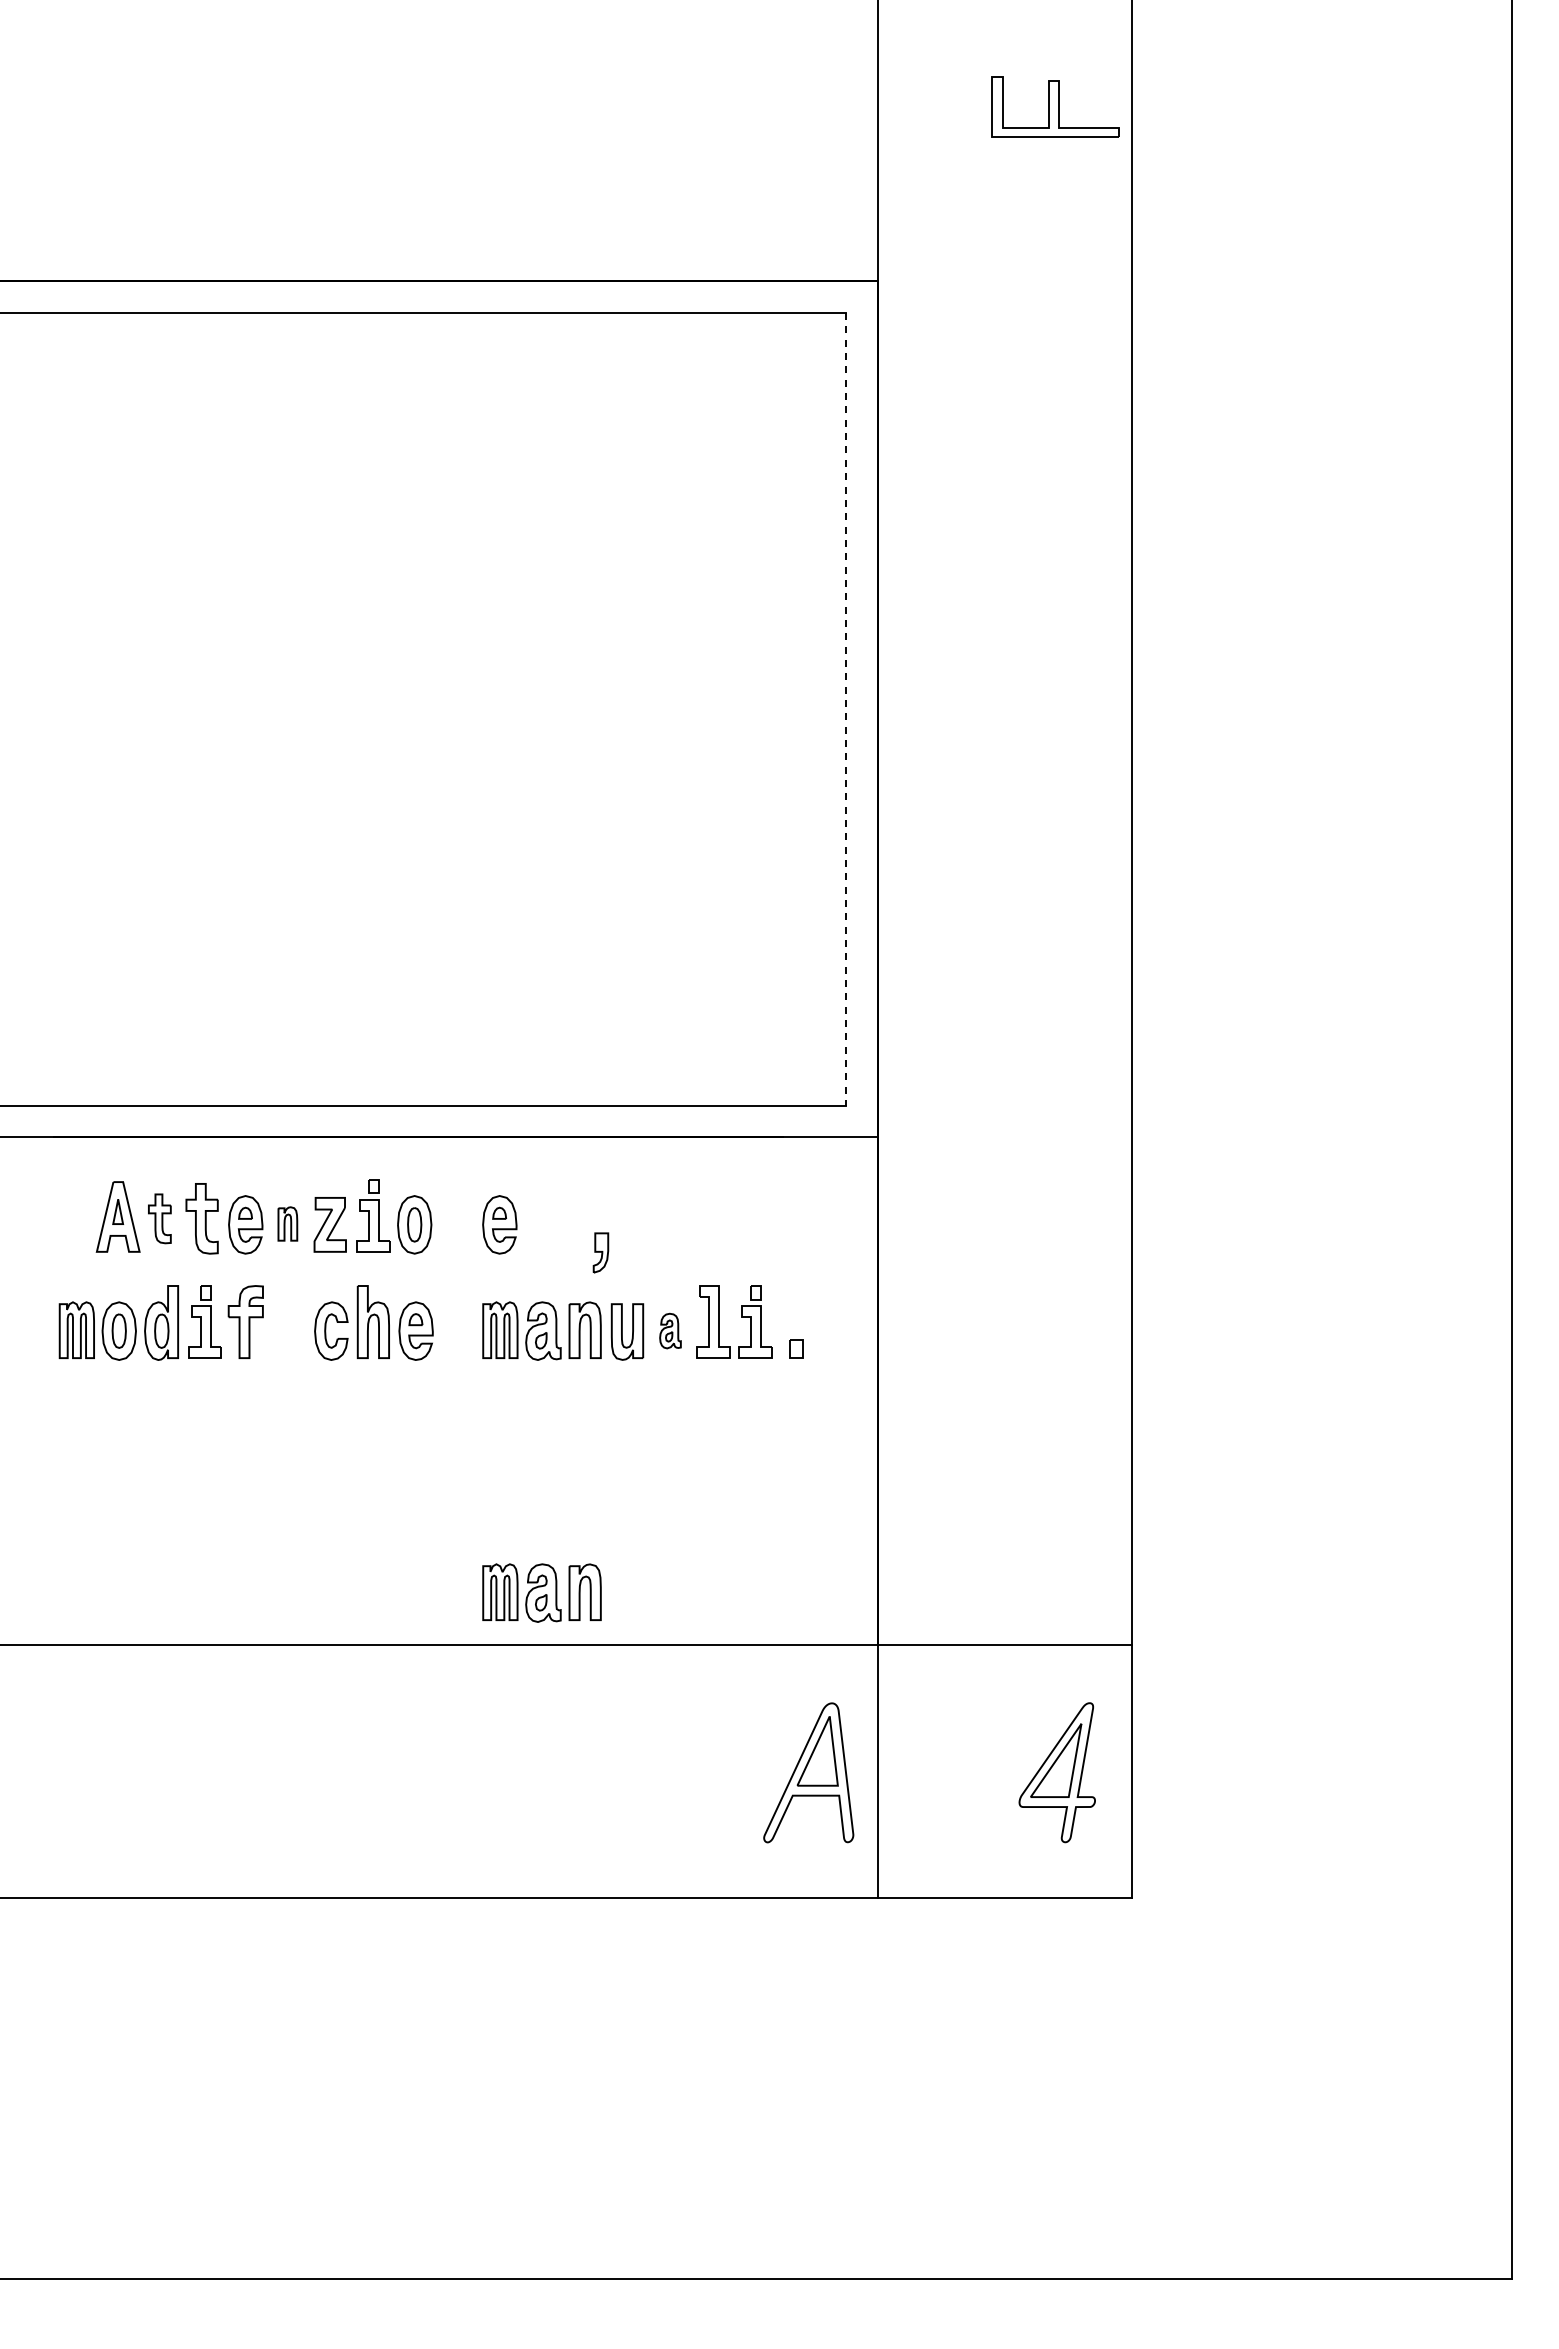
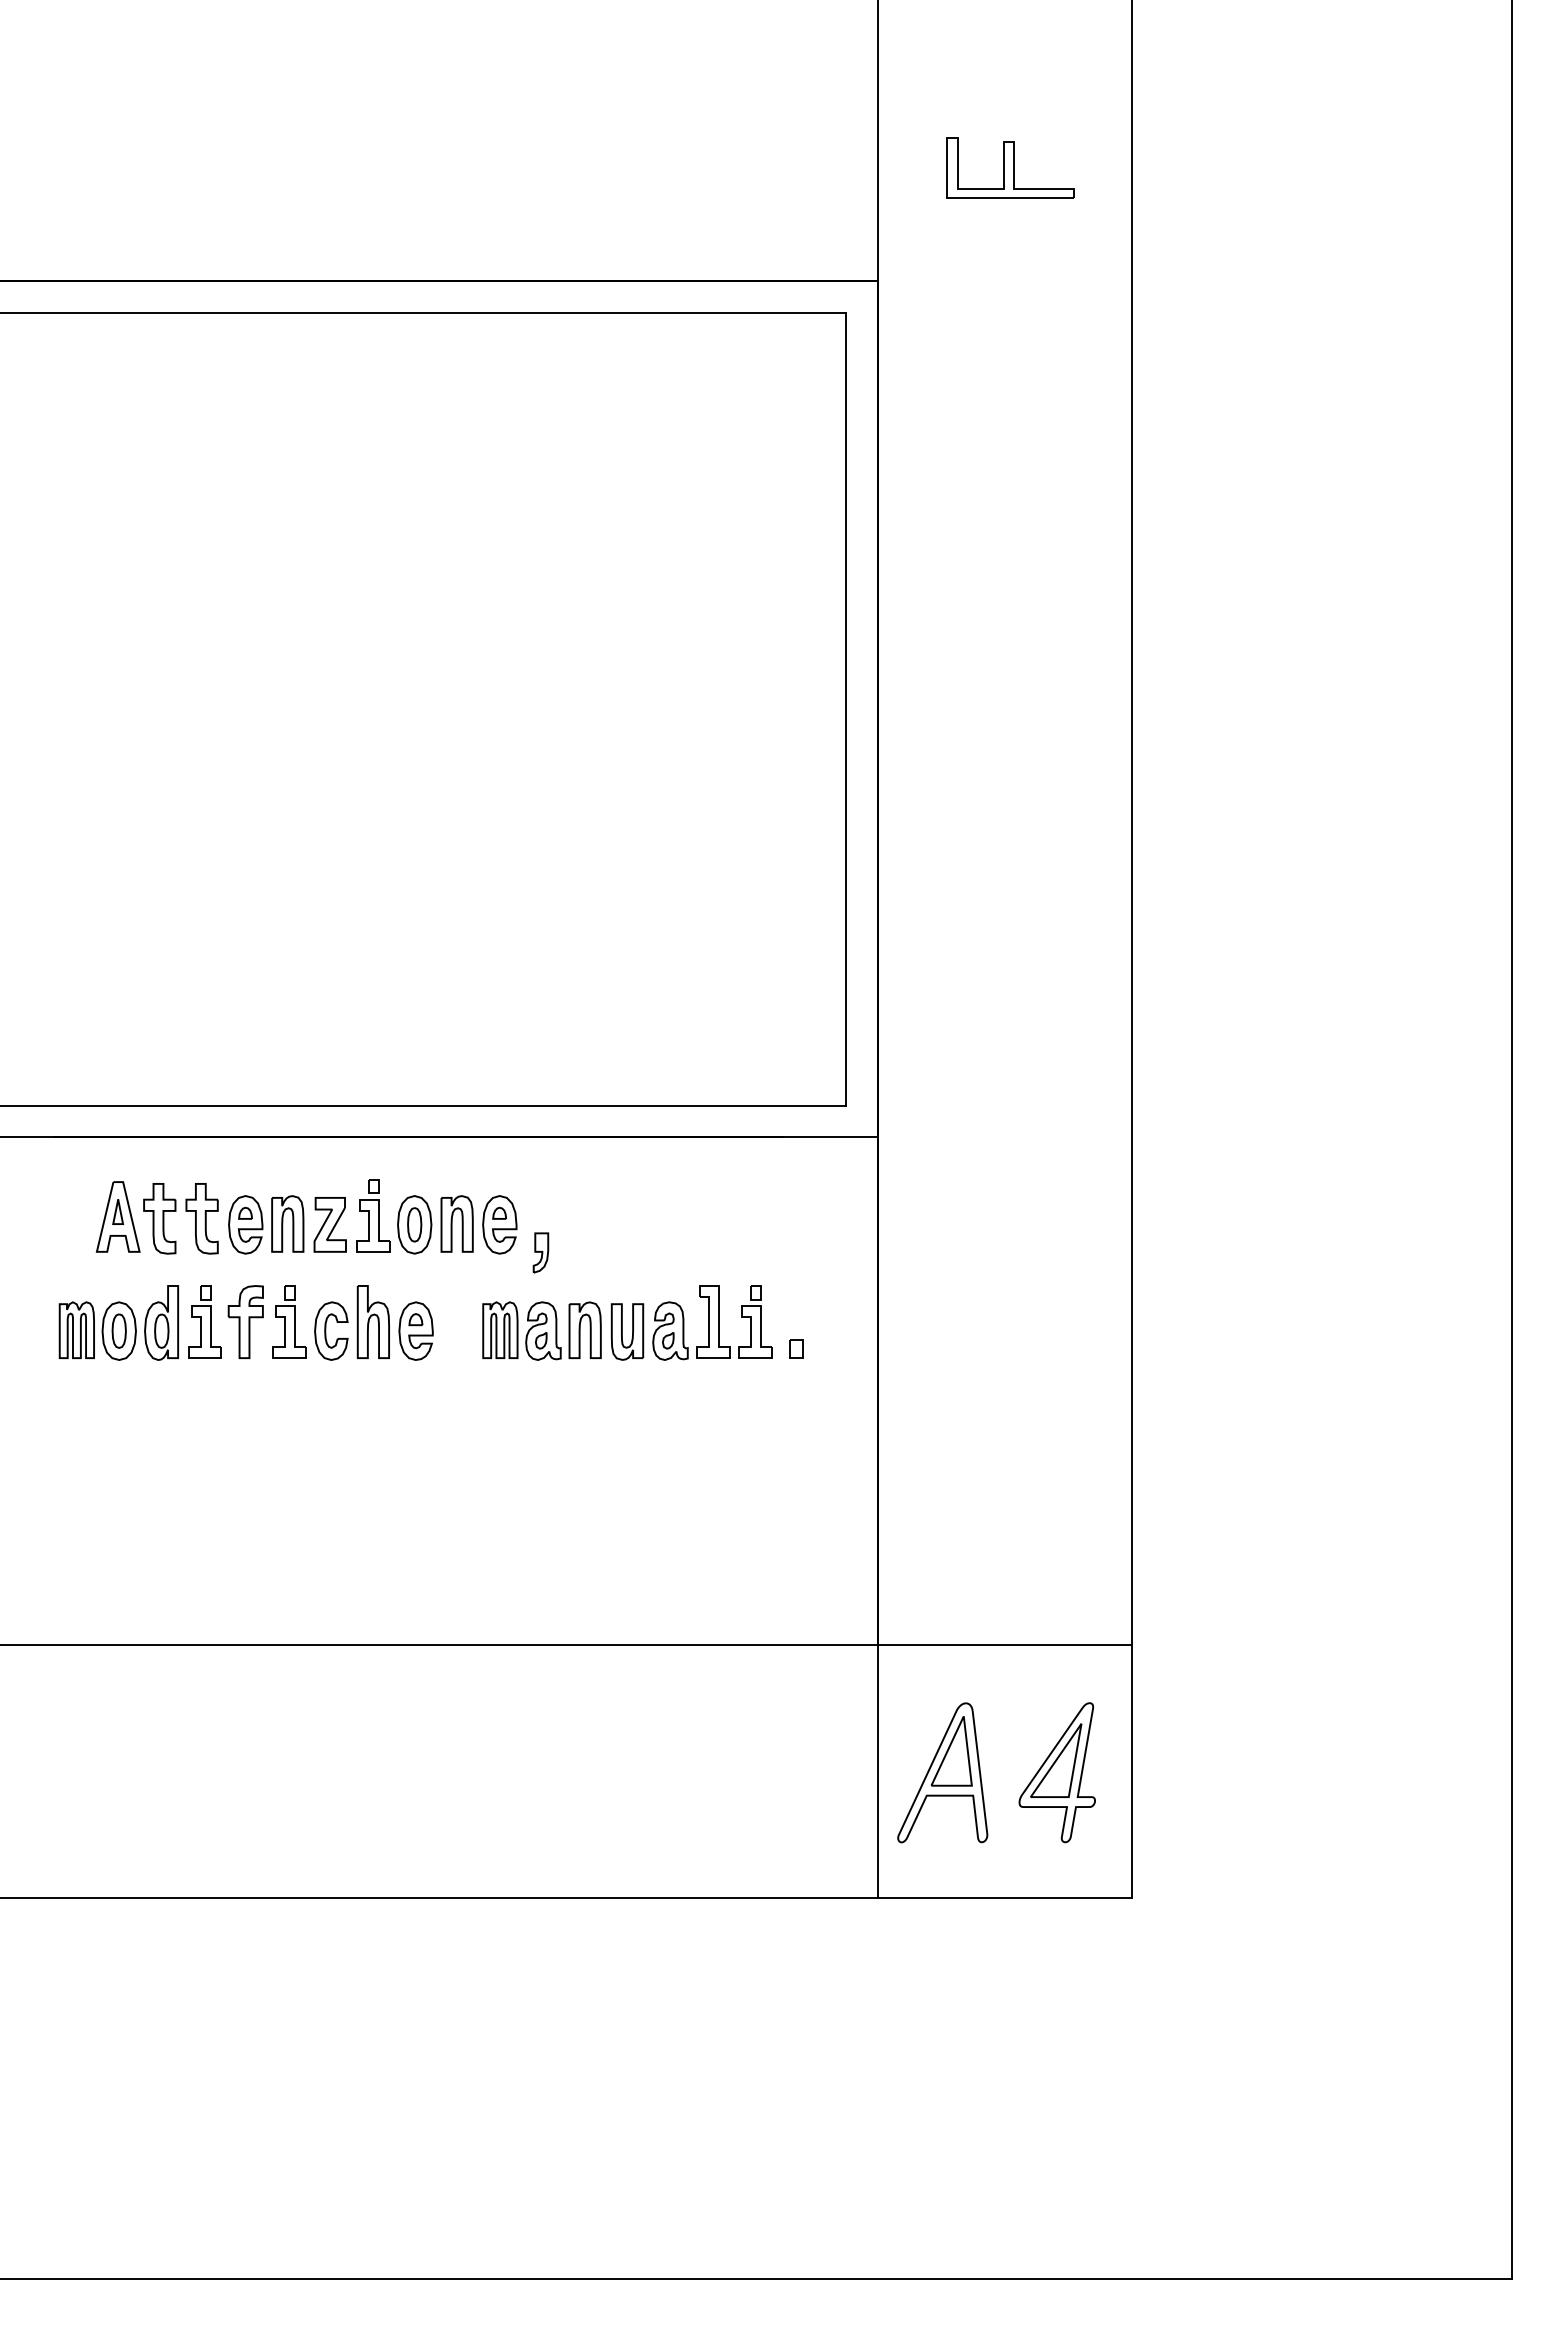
part at (1055, 106) position: (1055, 106) -> (1010, 167)
line at (846, 709): dashed -> solid
part at (159, 1218) size: 24x52 px -> 34x72 px
part at (287, 1223) size: 22x36 px -> 34x58 px
part at (456, 1223): none -> present
part at (600, 1252) position: (600, 1252) -> (540, 1252)
part at (289, 1321): none -> present
part at (670, 1330) size: 23x38 px -> 37x60 px
part at (541, 1592): present -> none
part at (808, 1772) position: (808, 1772) -> (942, 1772)
